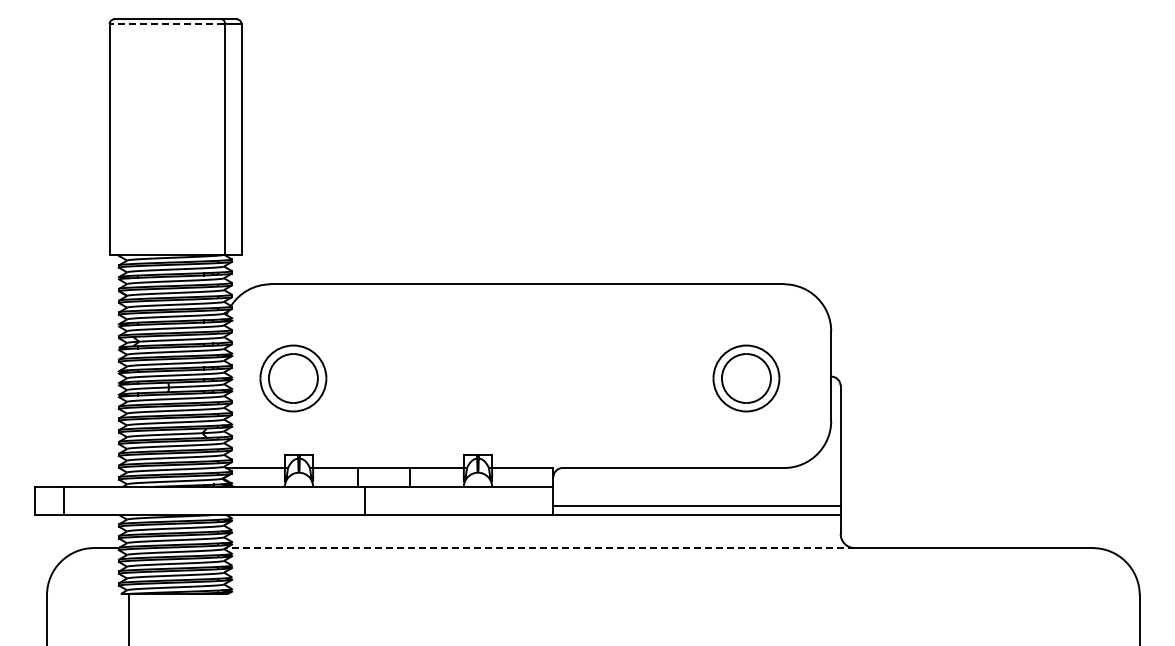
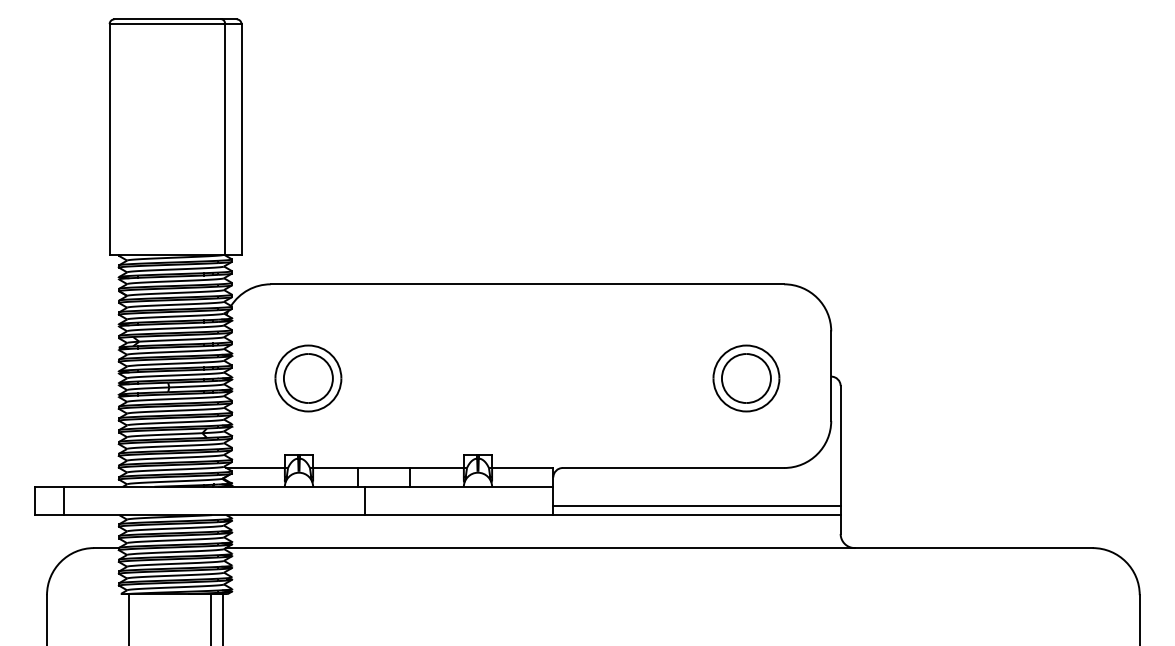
line at (166, 24): dashed -> solid
part at (293, 378) position: (293, 378) -> (308, 378)
line at (539, 548): dashed -> solid
line at (211, 618): none -> present
line at (222, 618): none -> present
